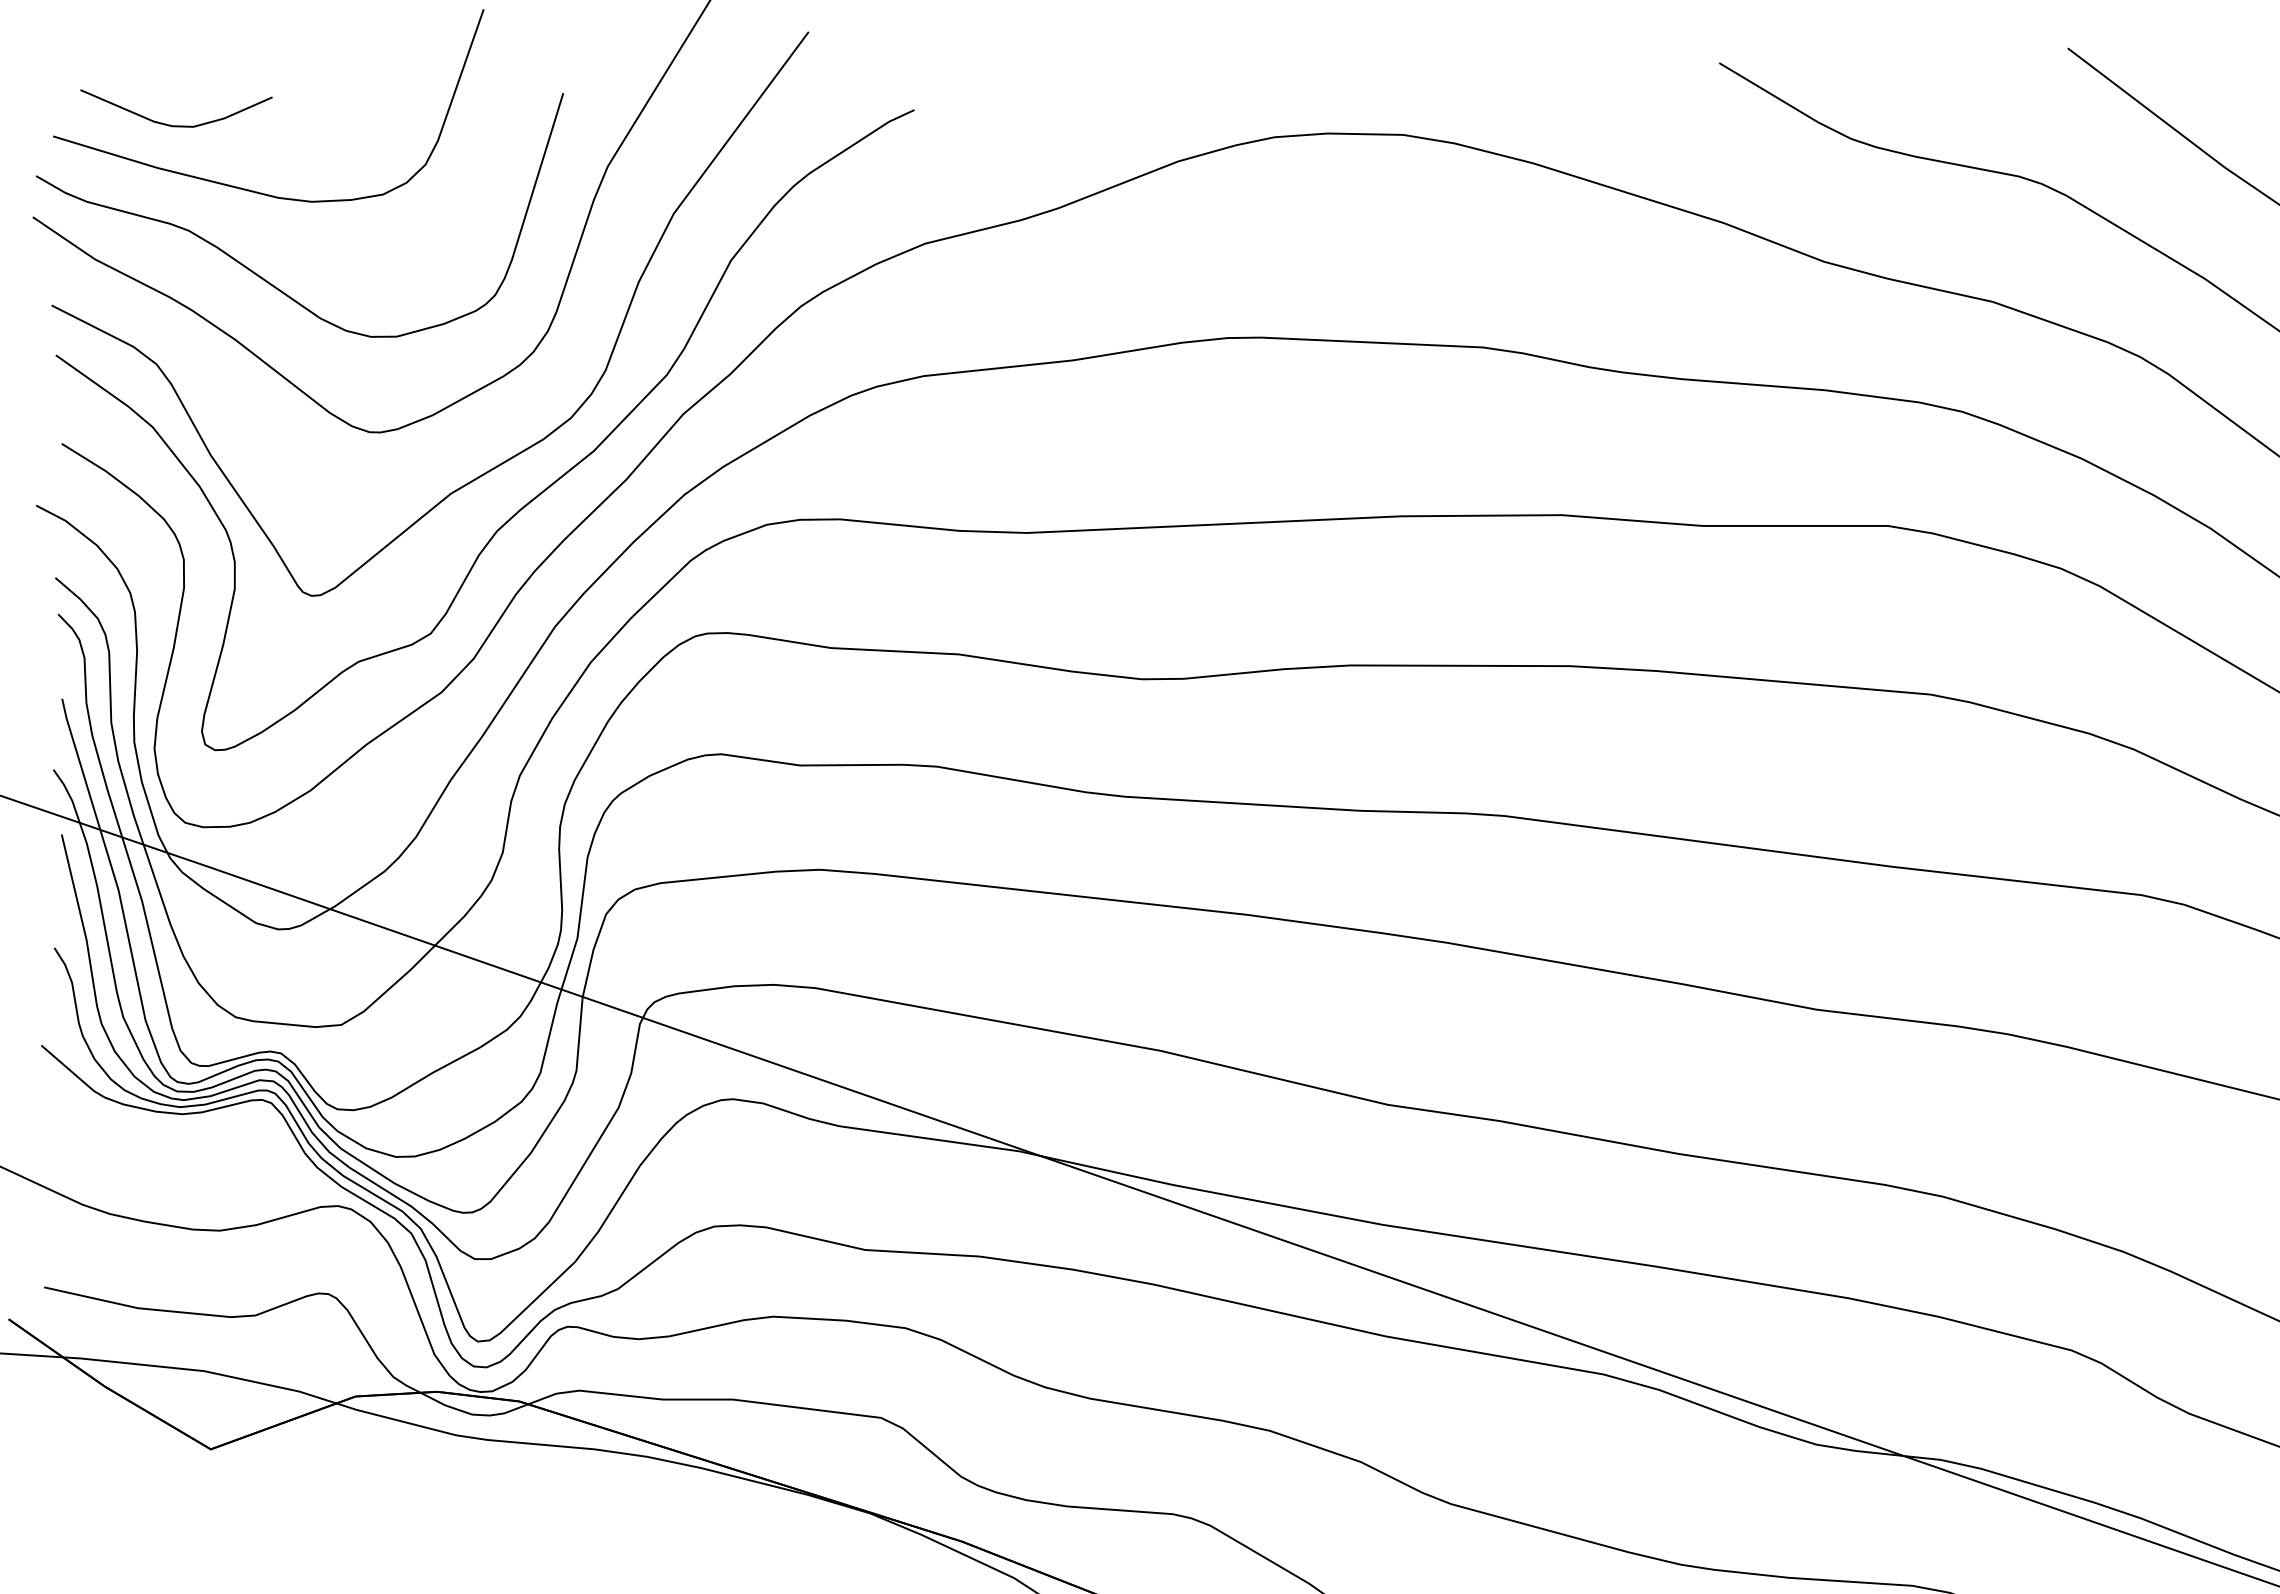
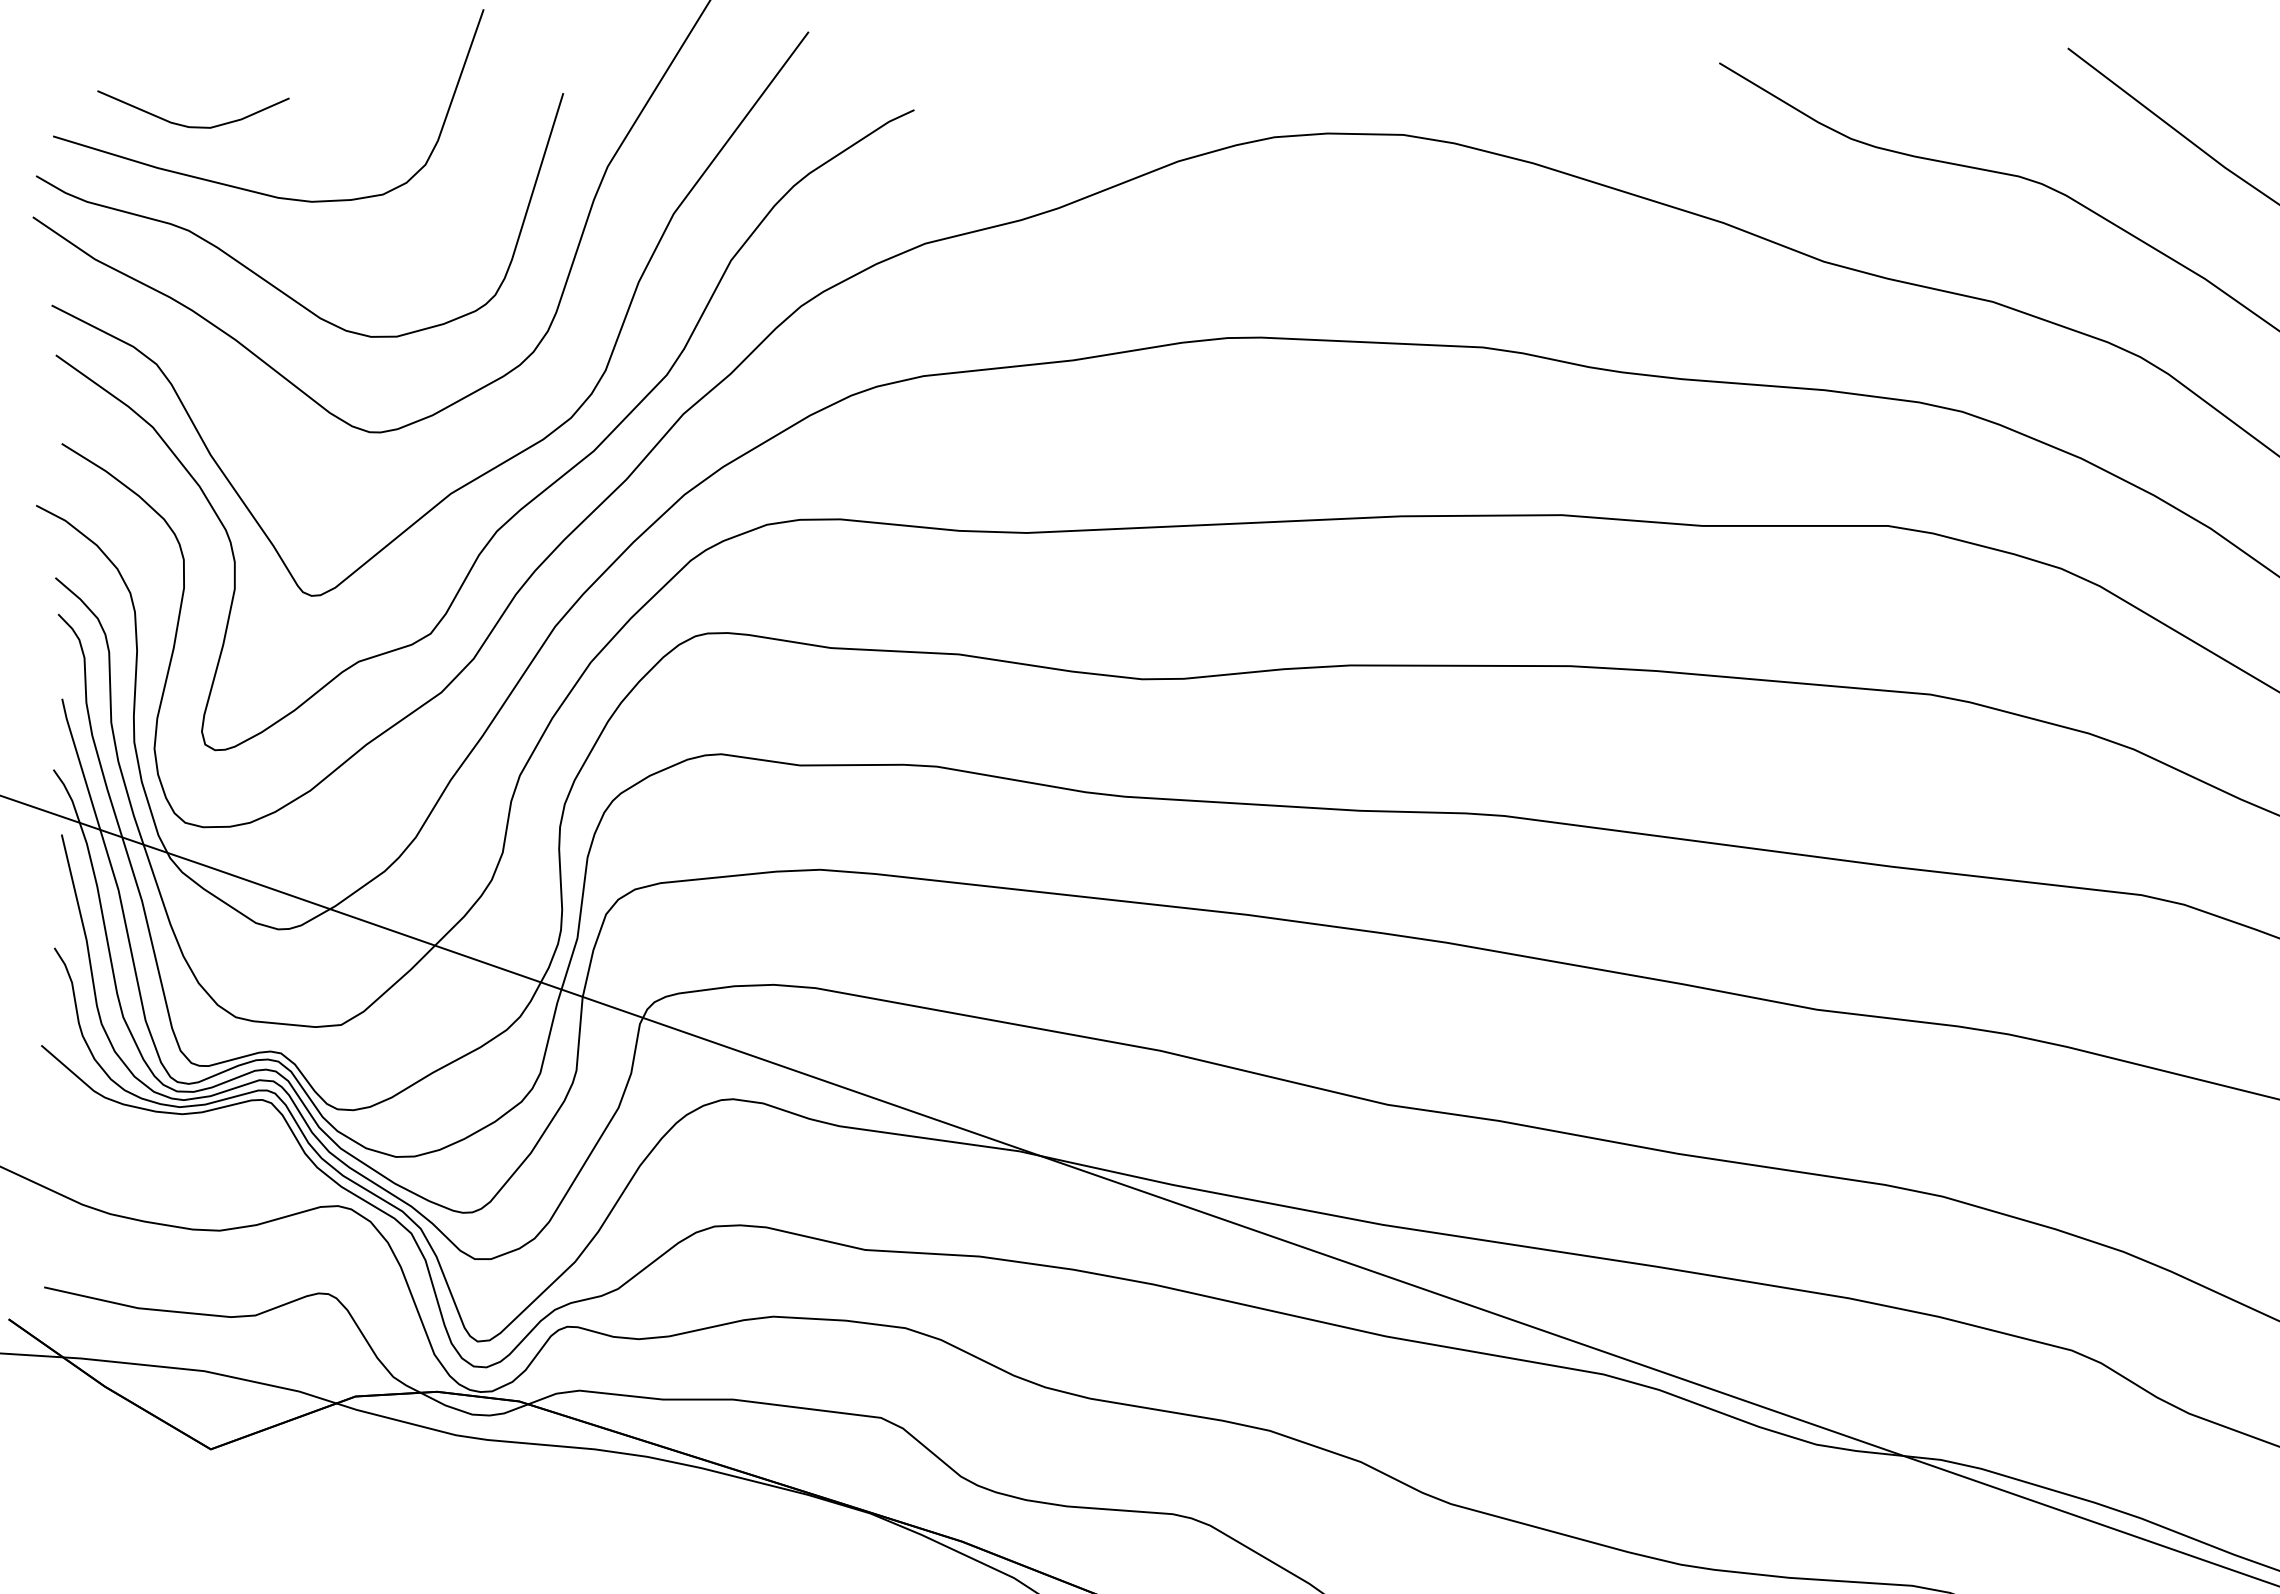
curve at (176, 125) position: (176, 125) -> (193, 126)
